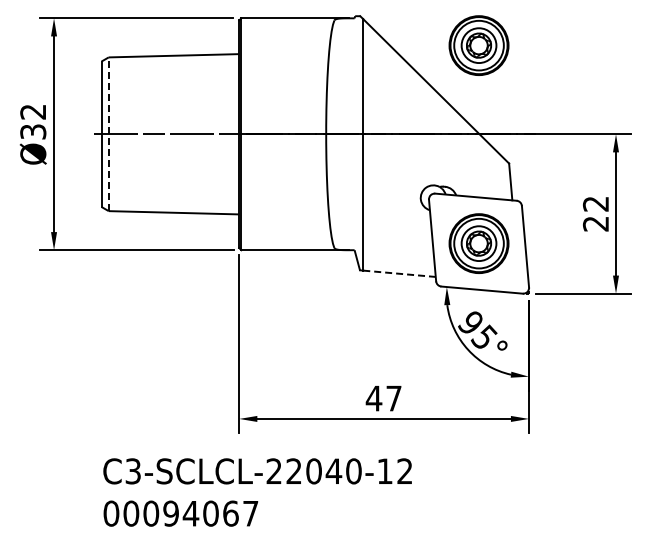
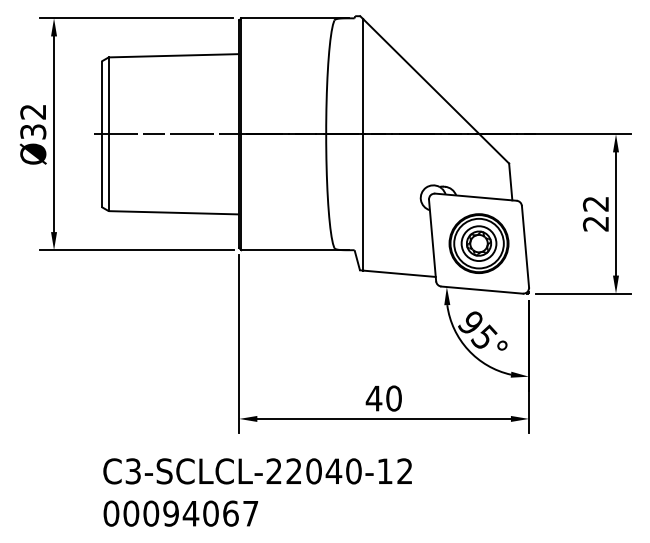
part at (478, 45): present -> none
line at (108, 134): dashed -> solid
line at (400, 273): dashed -> solid
text at (393, 398): 47 -> 40
